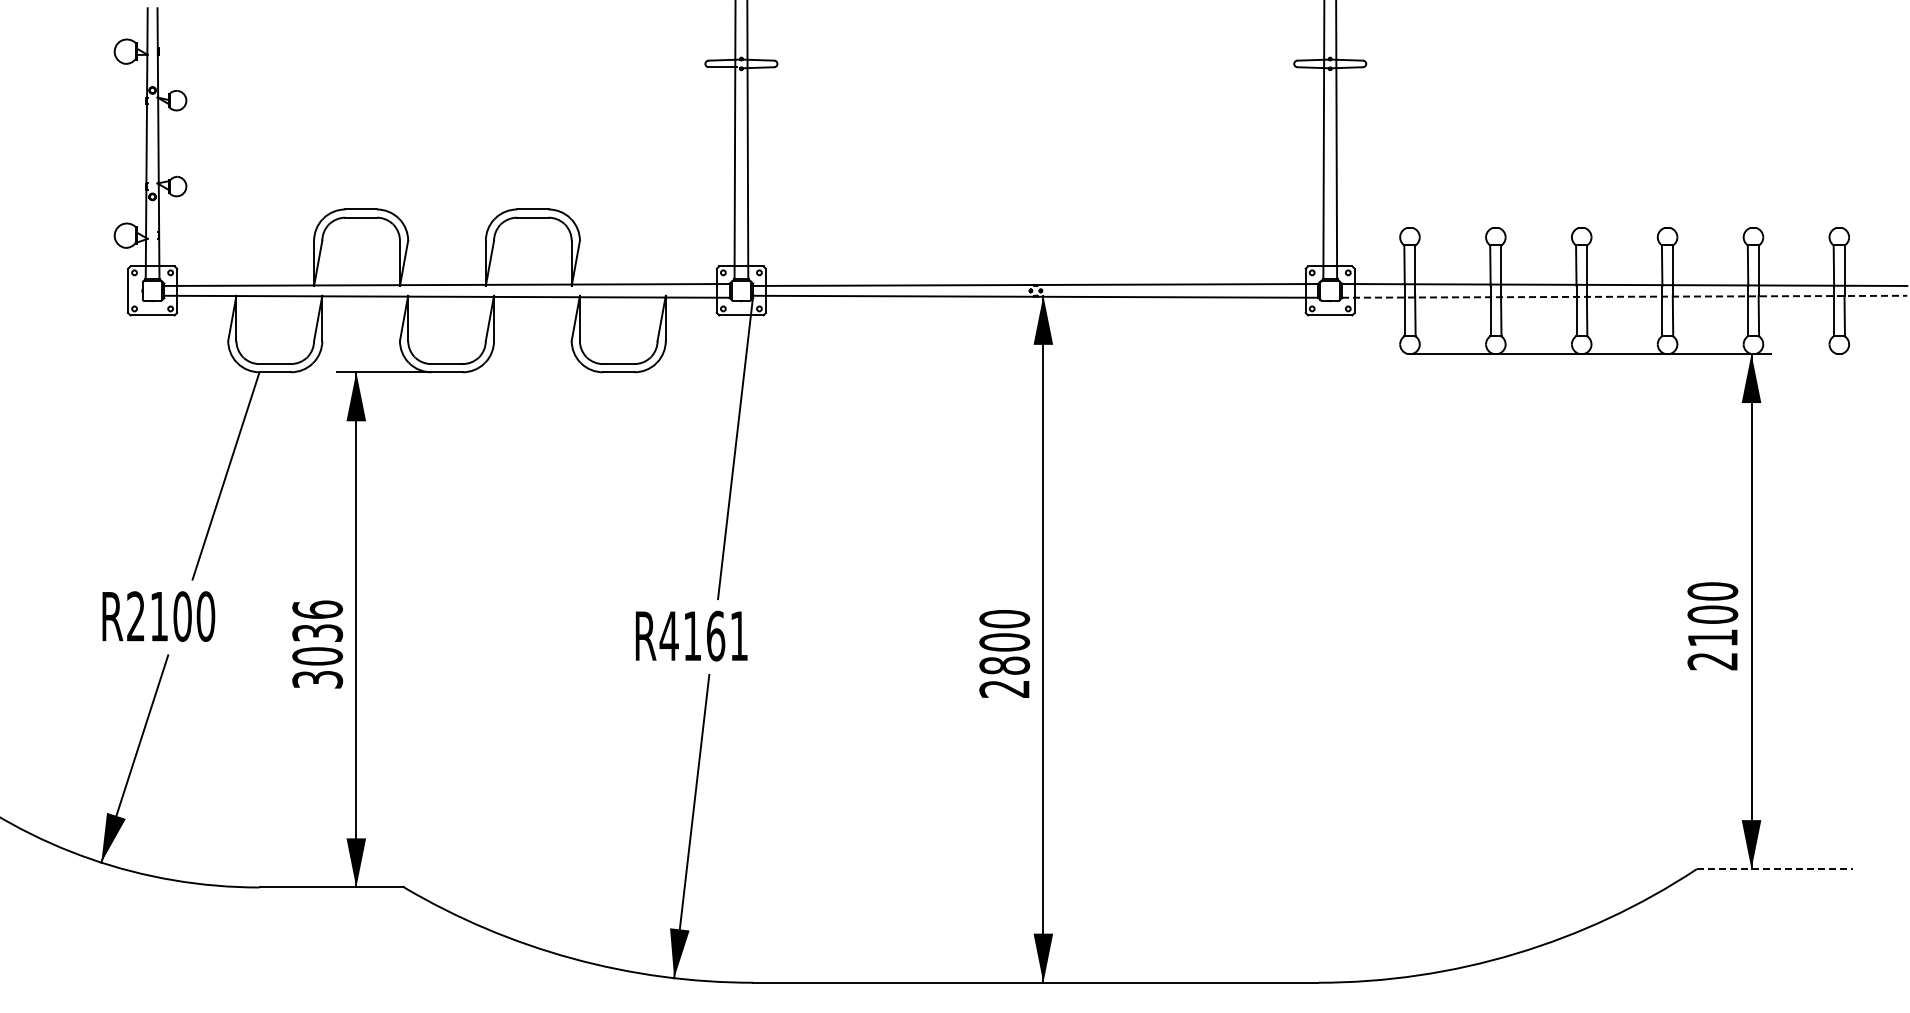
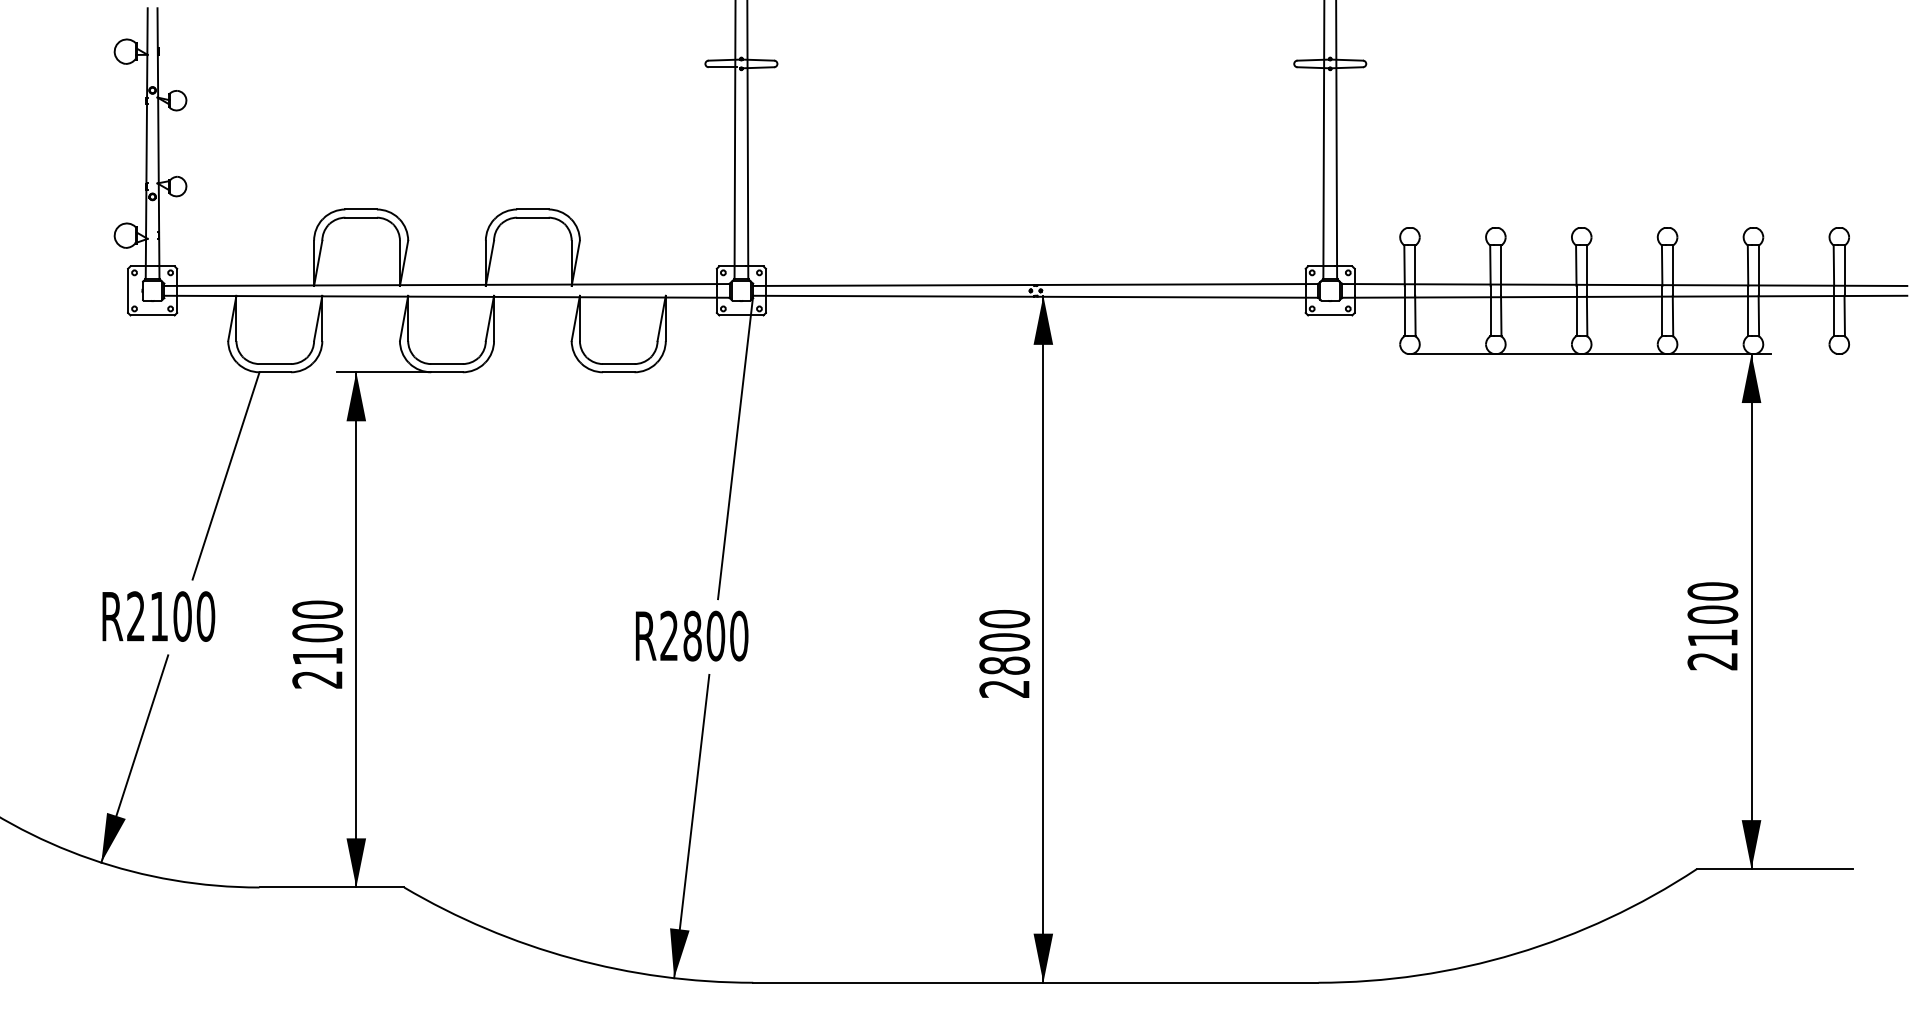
line at (1624, 296): dashed -> solid
text at (703, 635): R4161 -> R2800
text at (317, 644): 3036 -> 2100
line at (1774, 869): dashed -> solid
